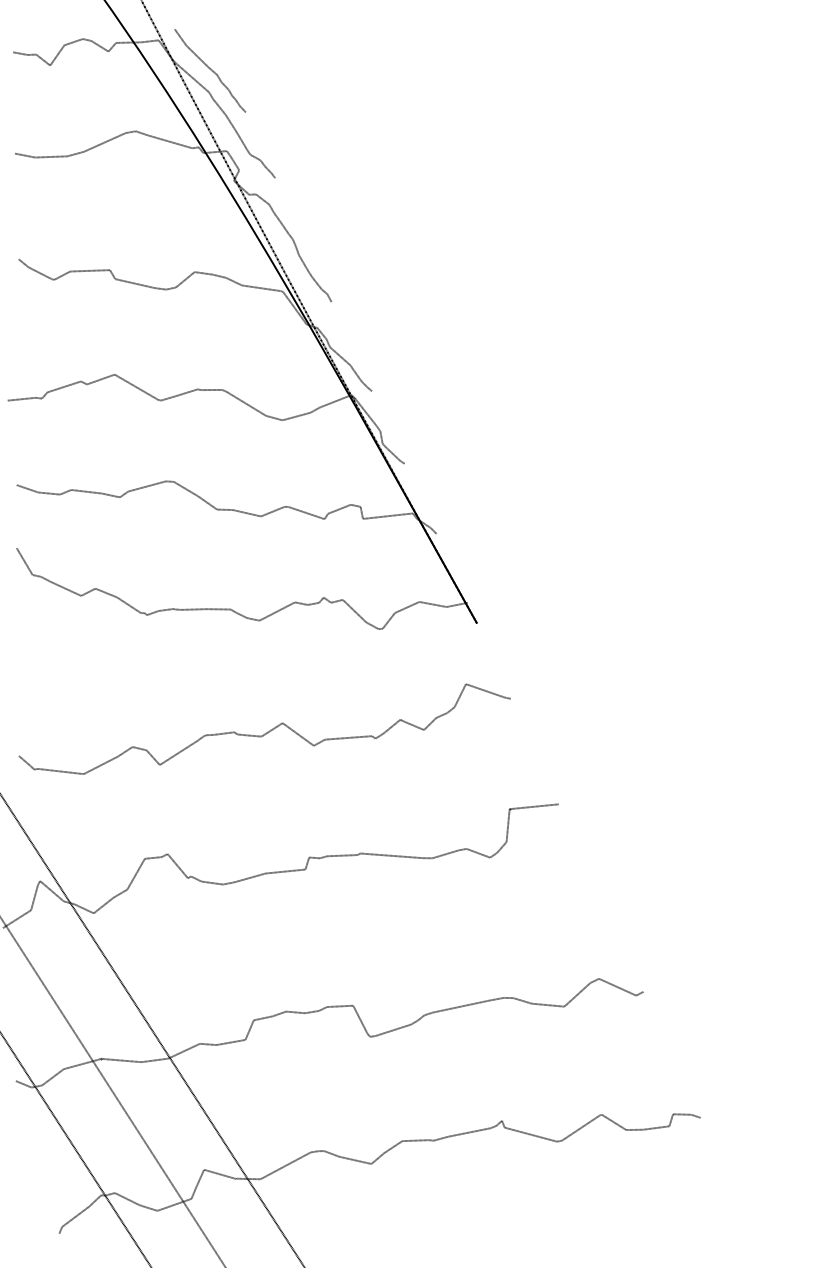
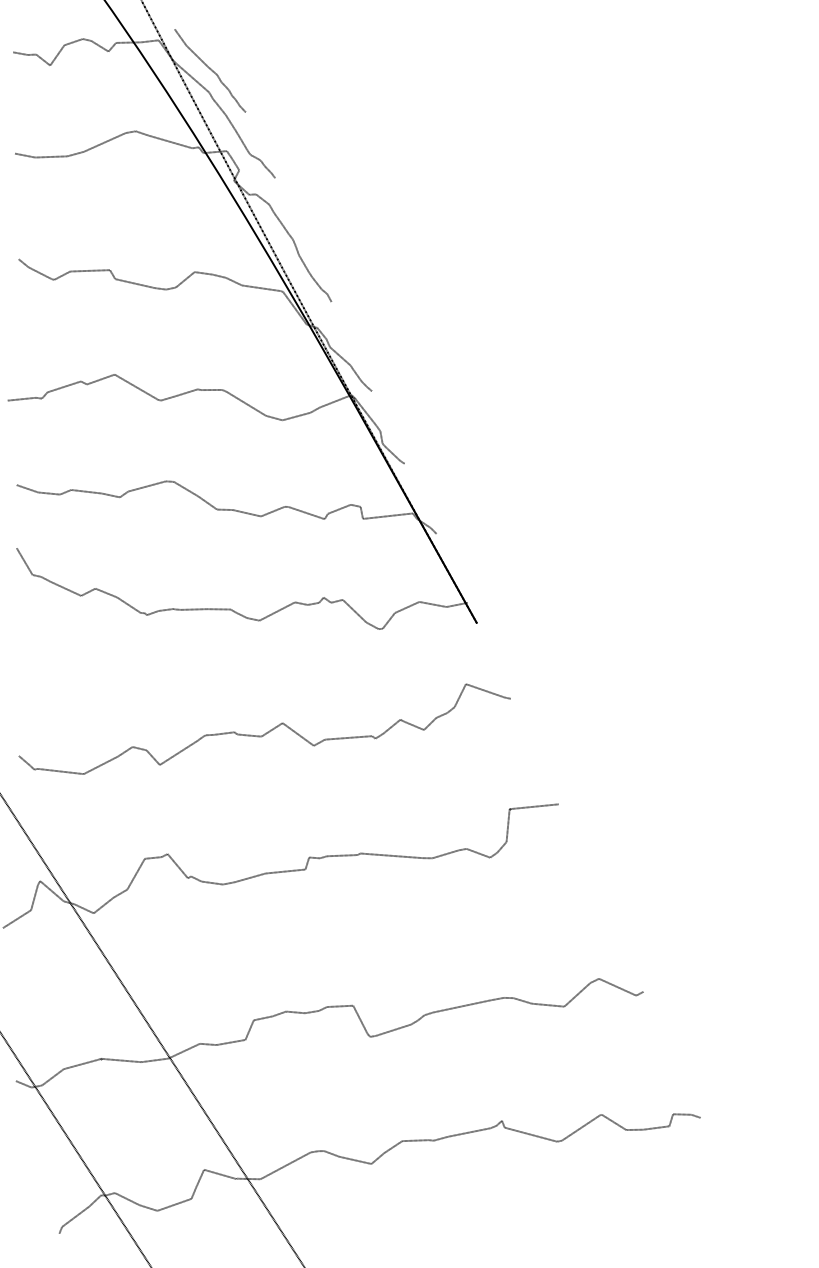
line at (112, 1091): present -> none
